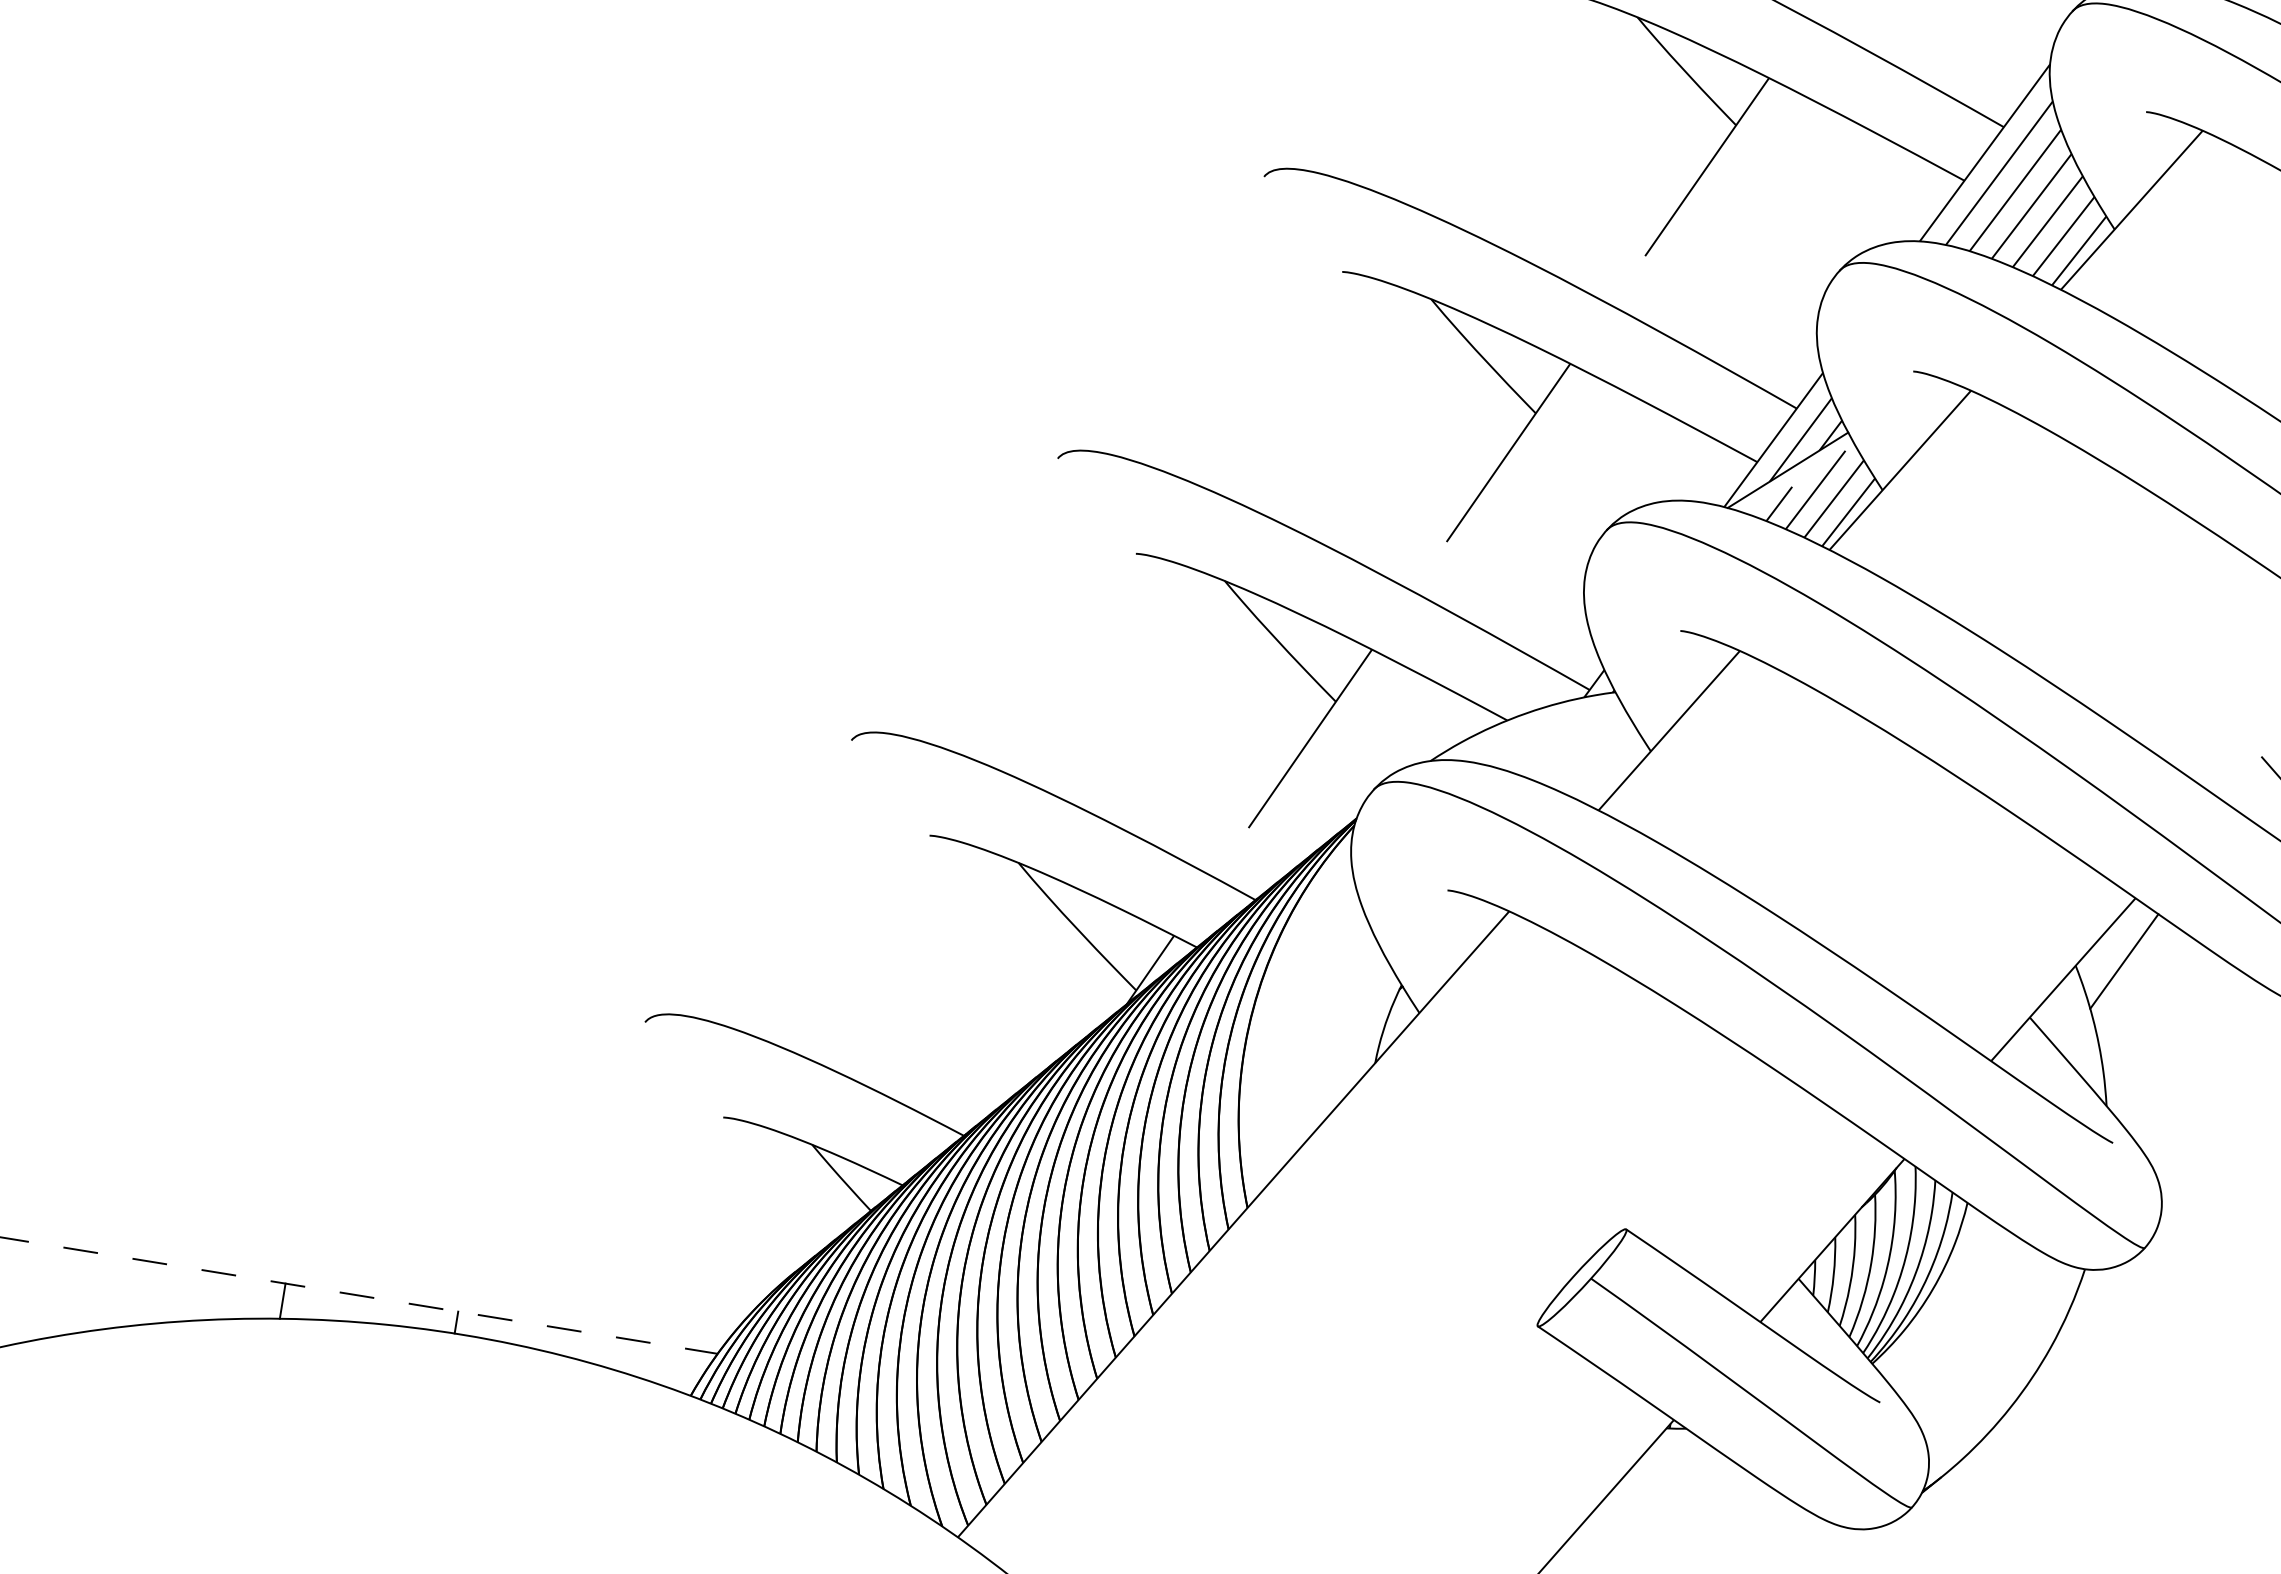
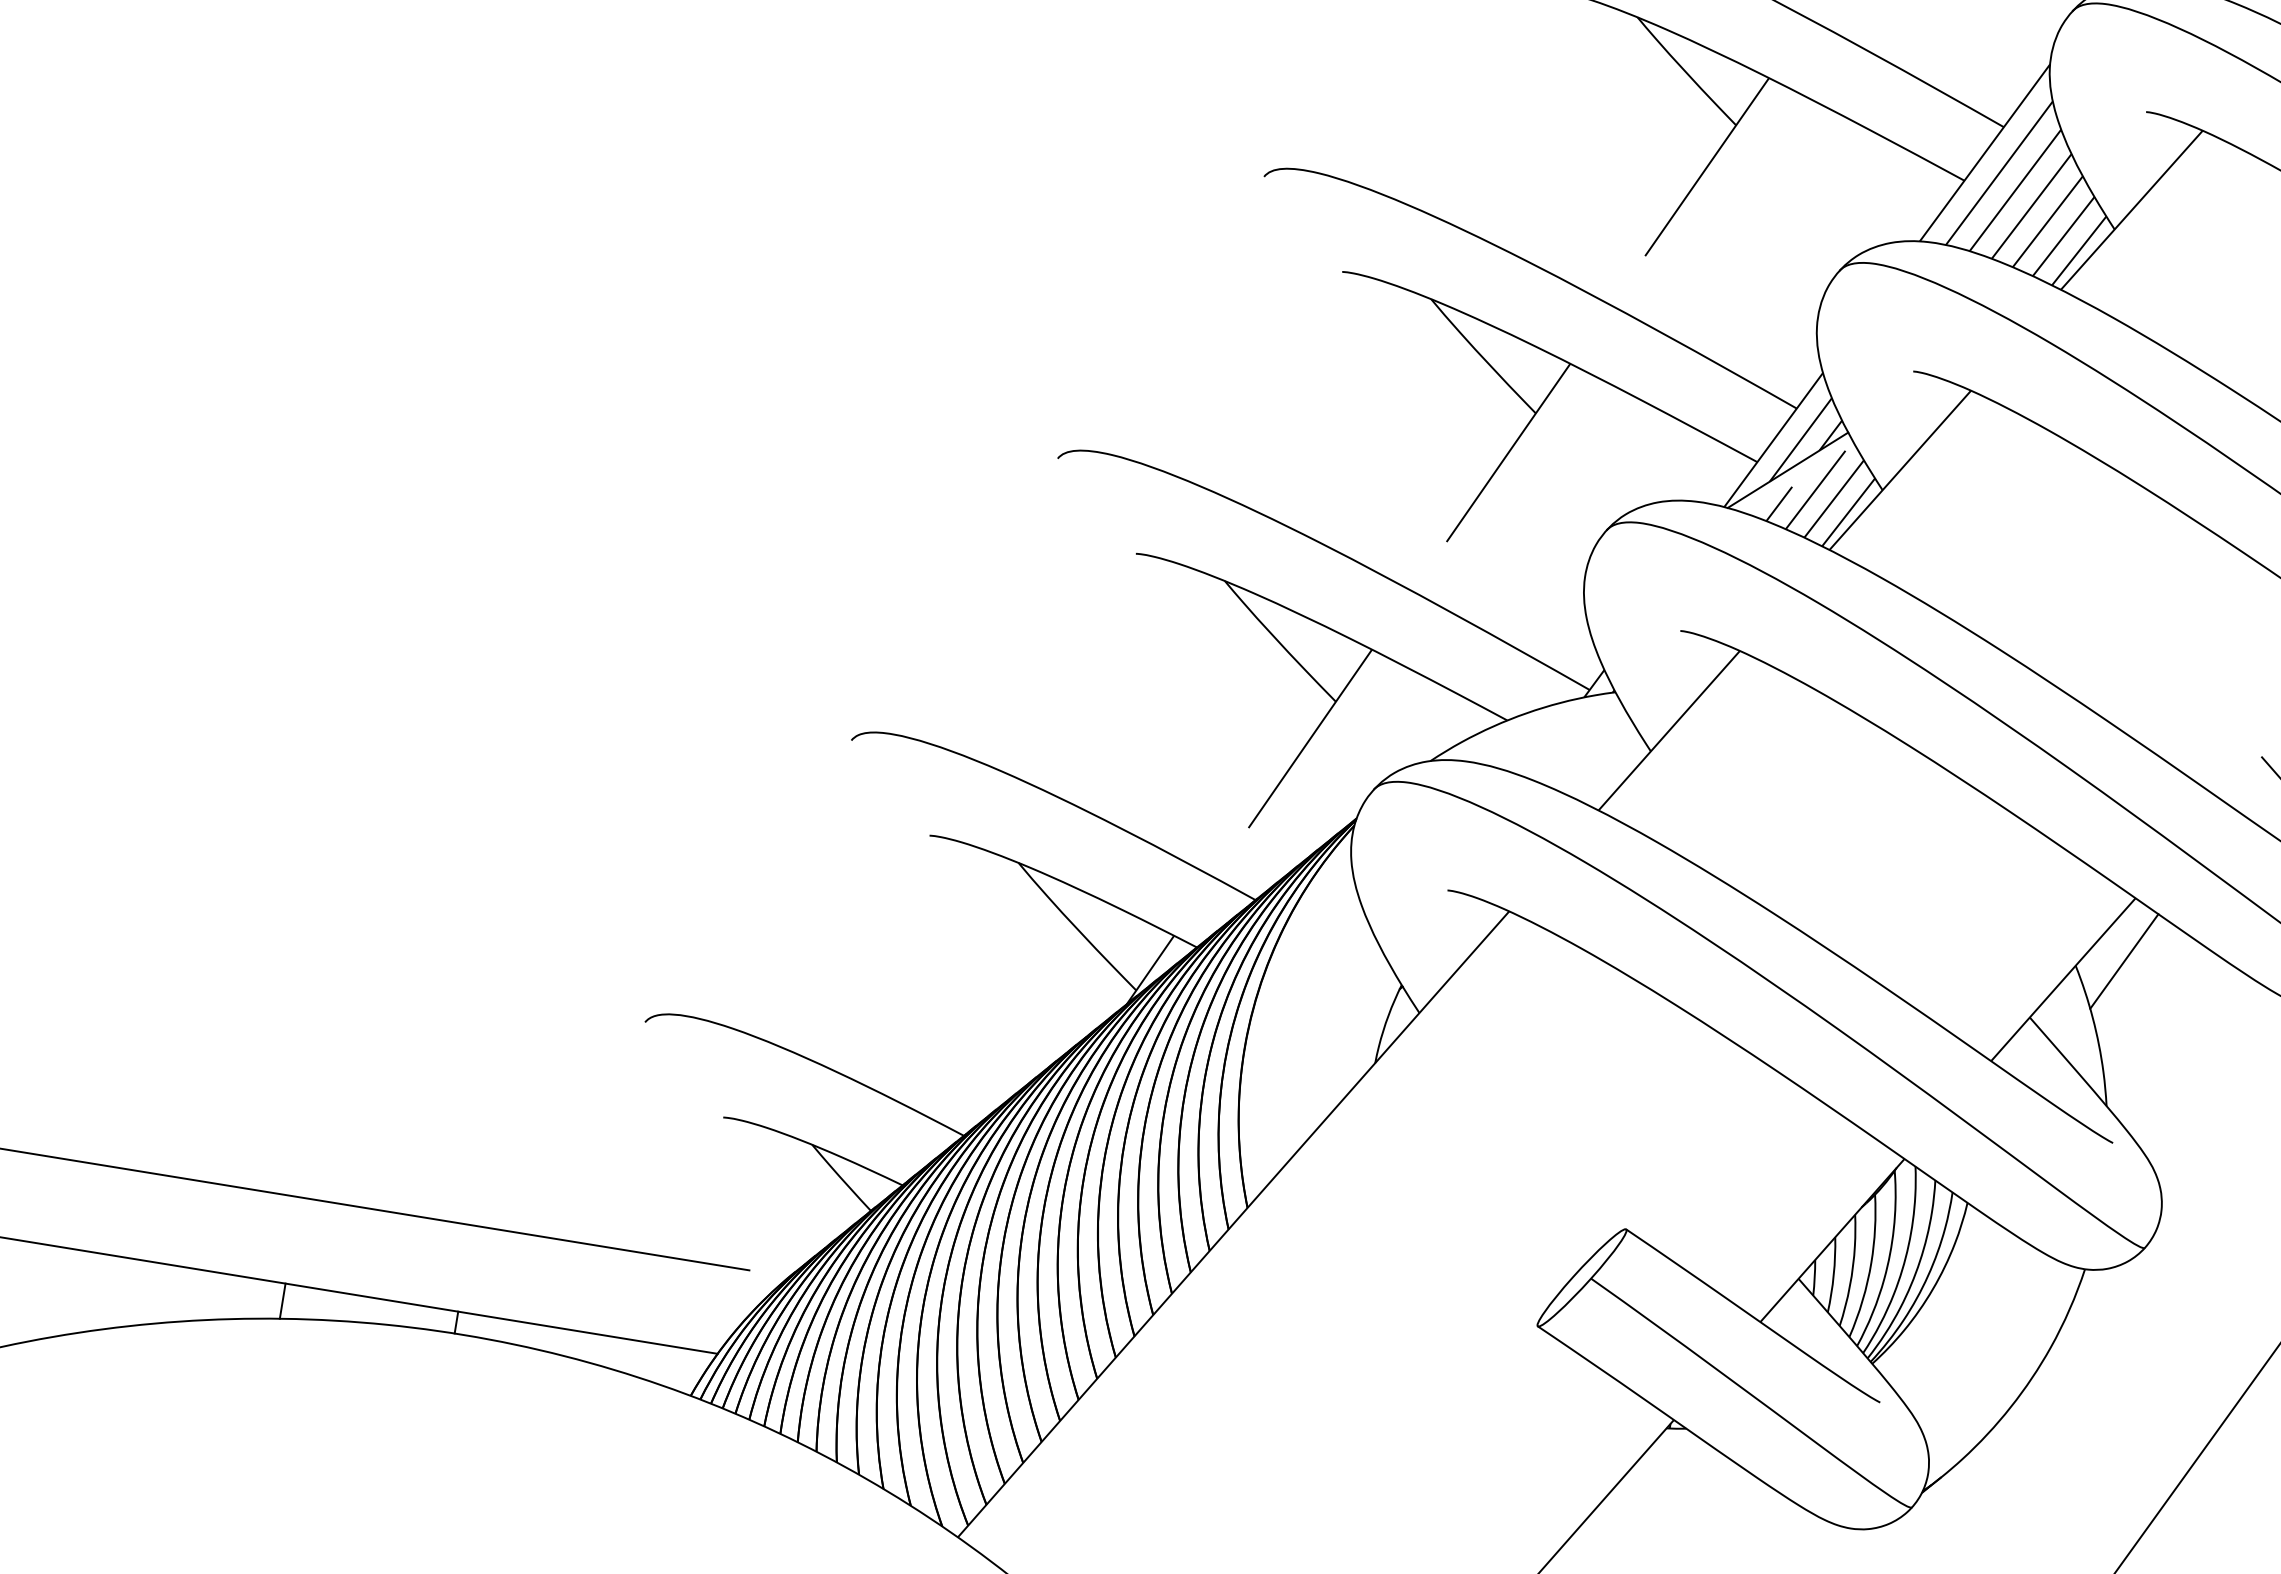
line at (375, 1209): none -> present
line at (359, 1295): dashed -> solid
line at (2196, 1458): none -> present
